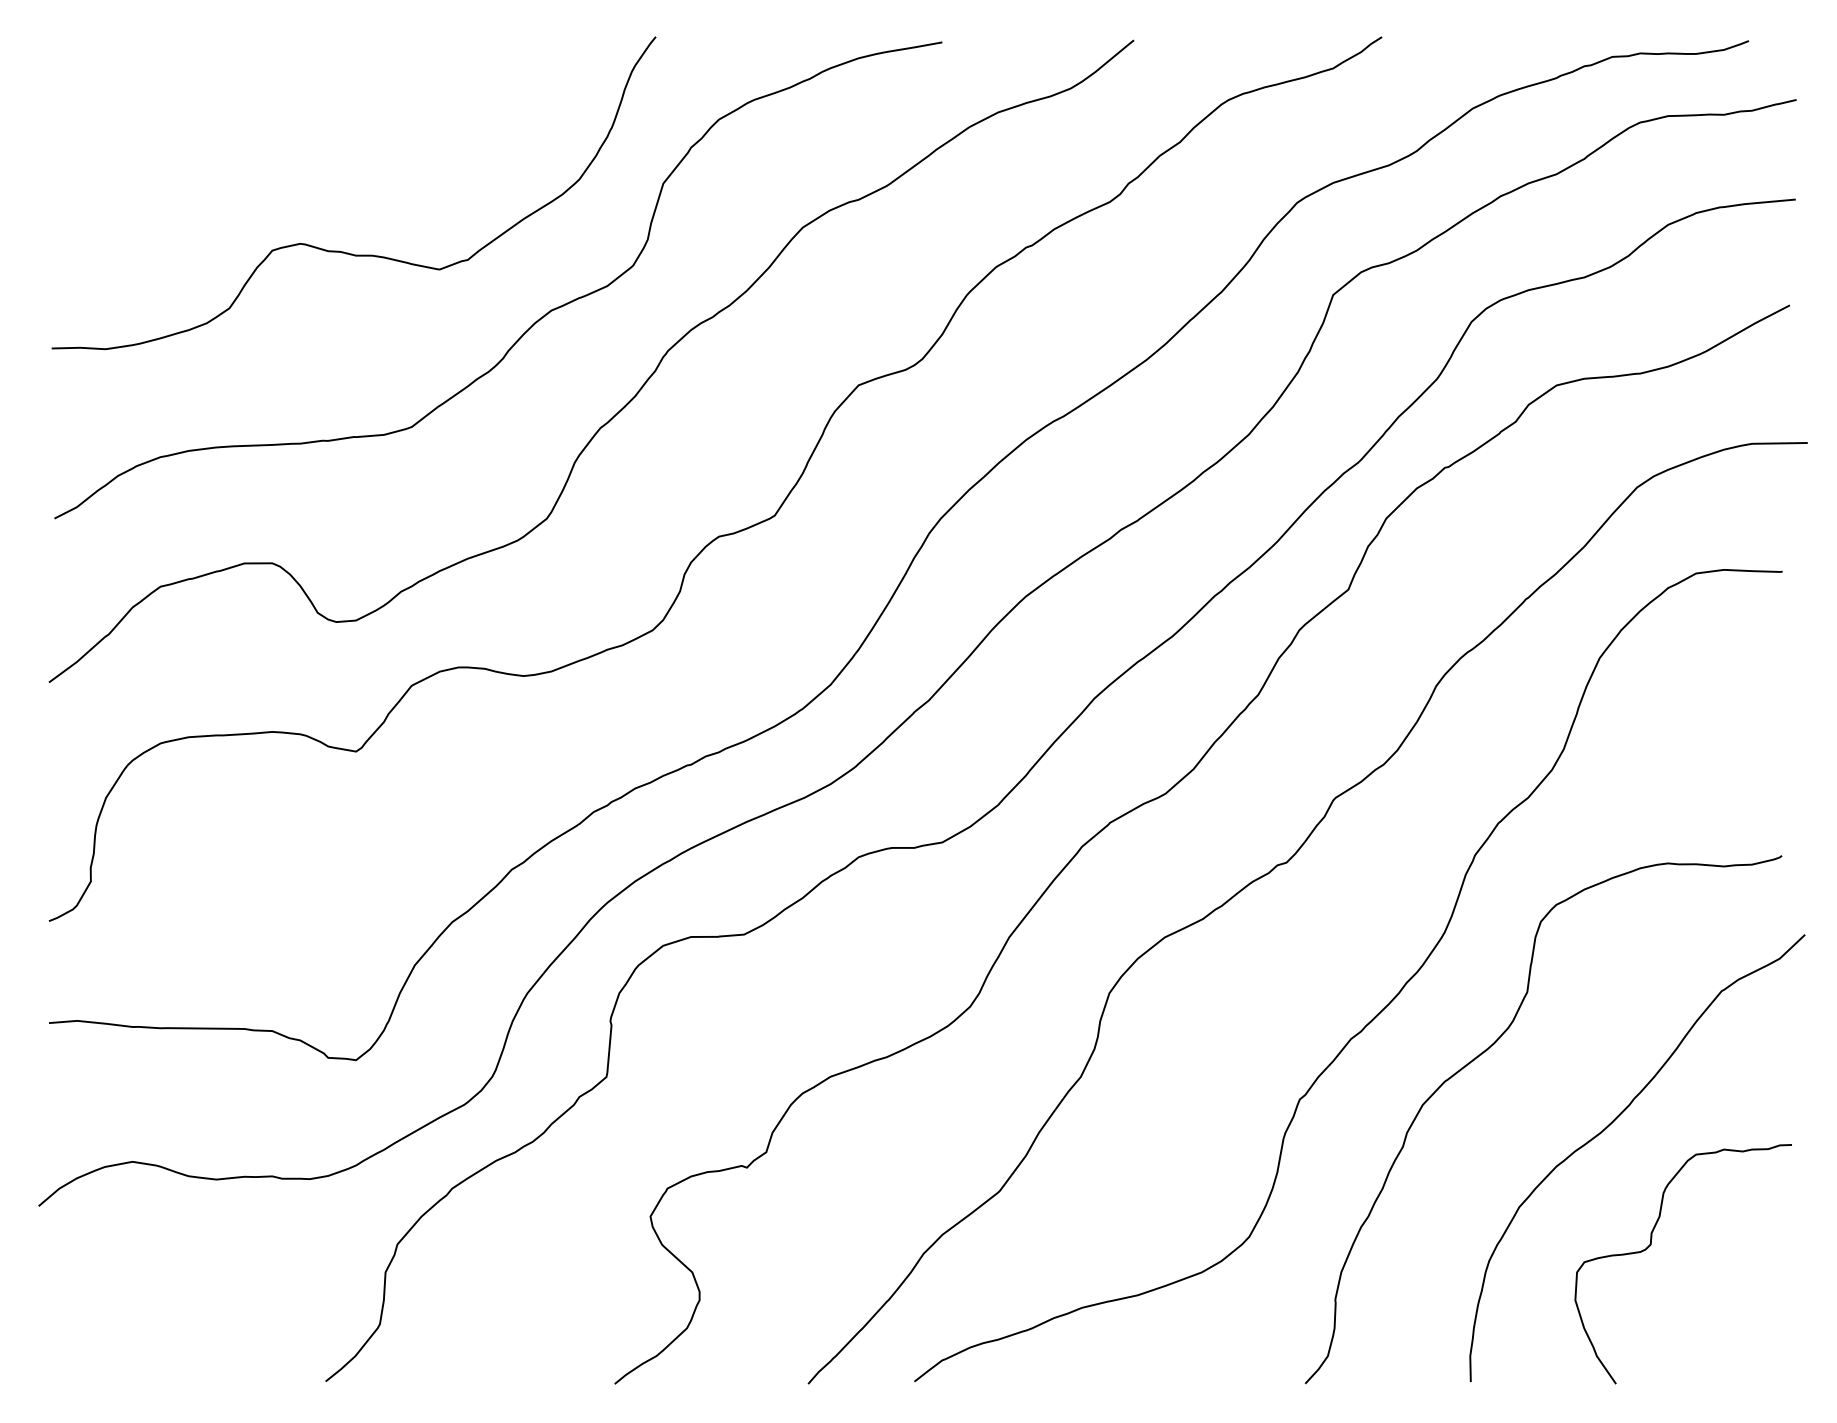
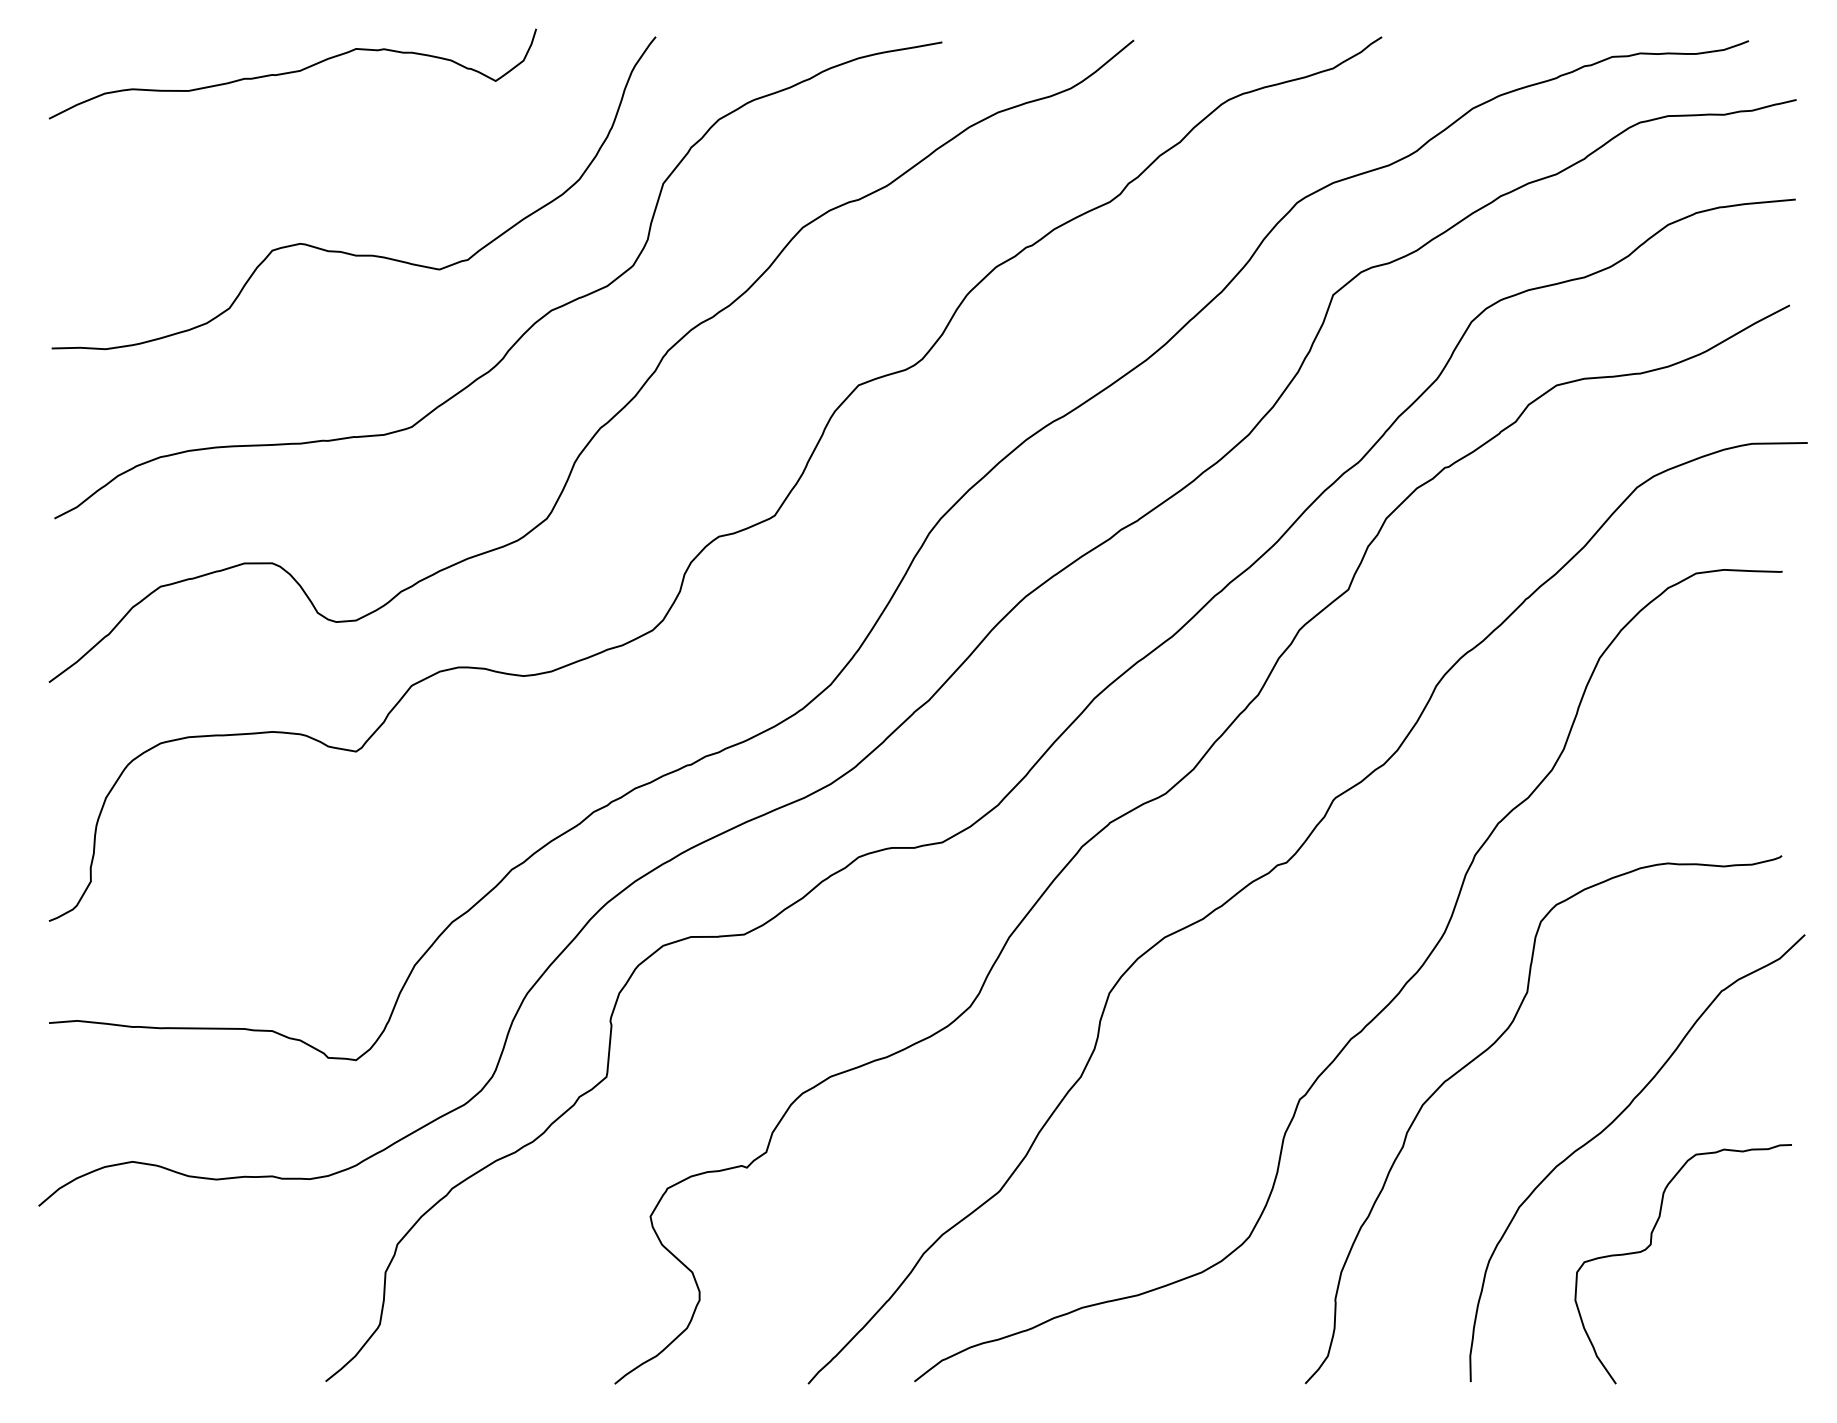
curve at (292, 73): none -> present
